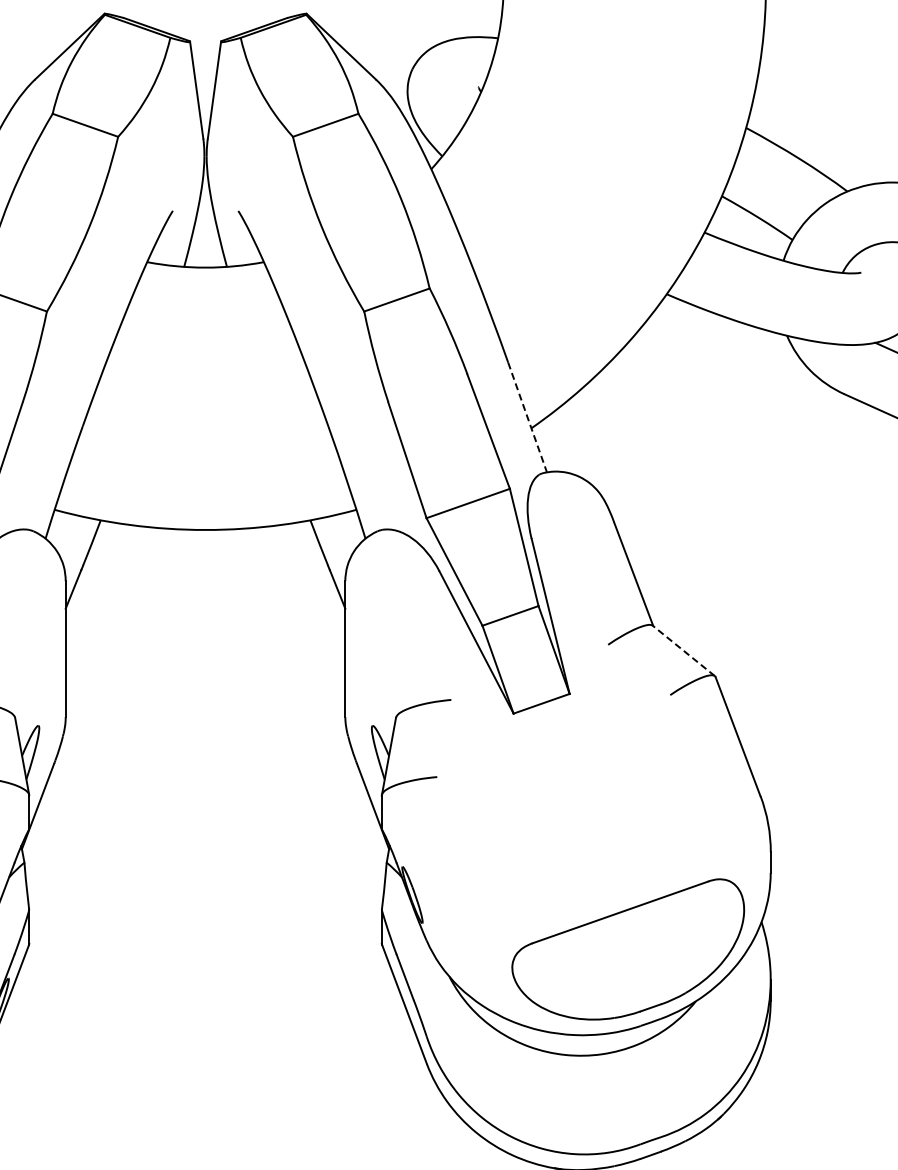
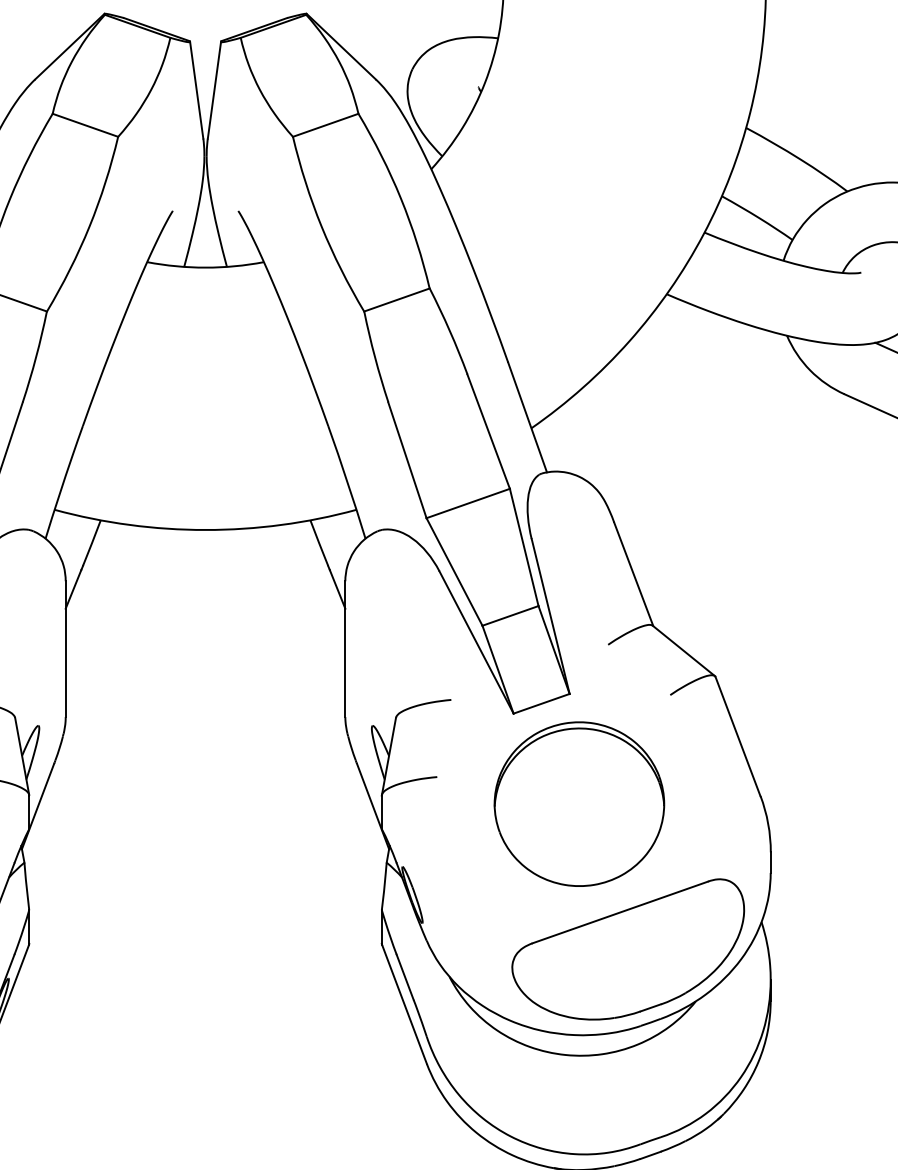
line at (527, 418): dashed -> solid
line at (683, 650): dashed -> solid
part at (579, 803): none -> present
